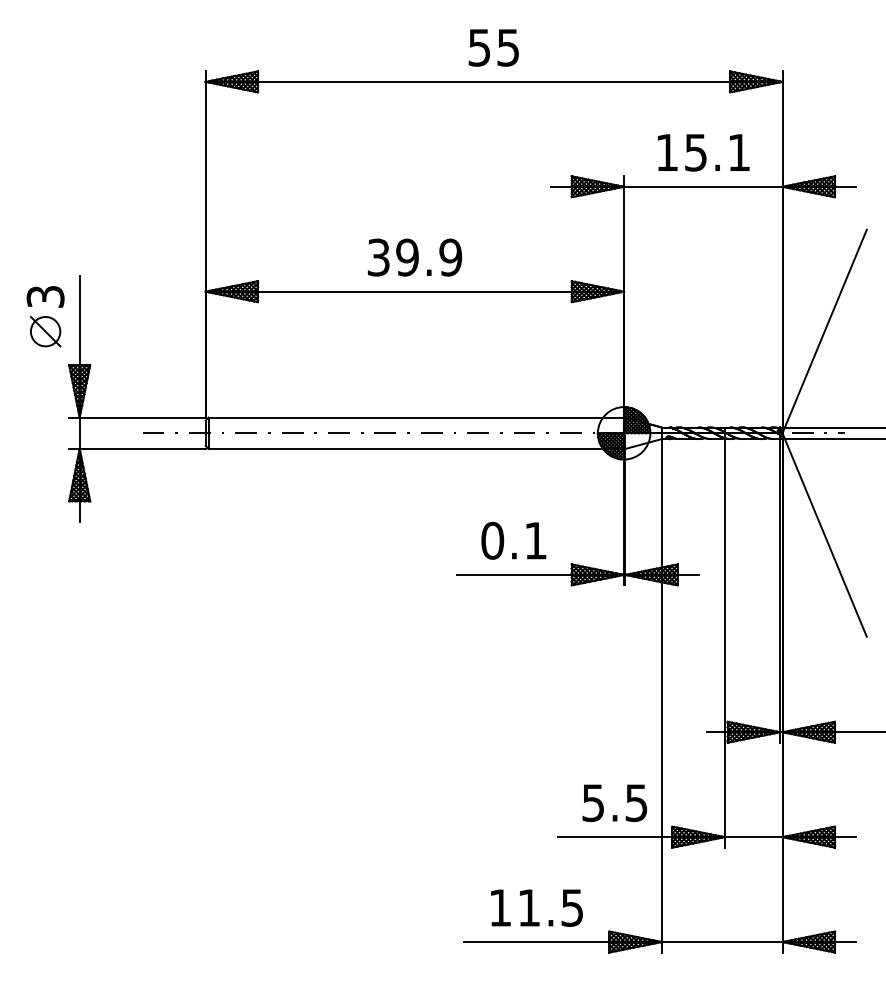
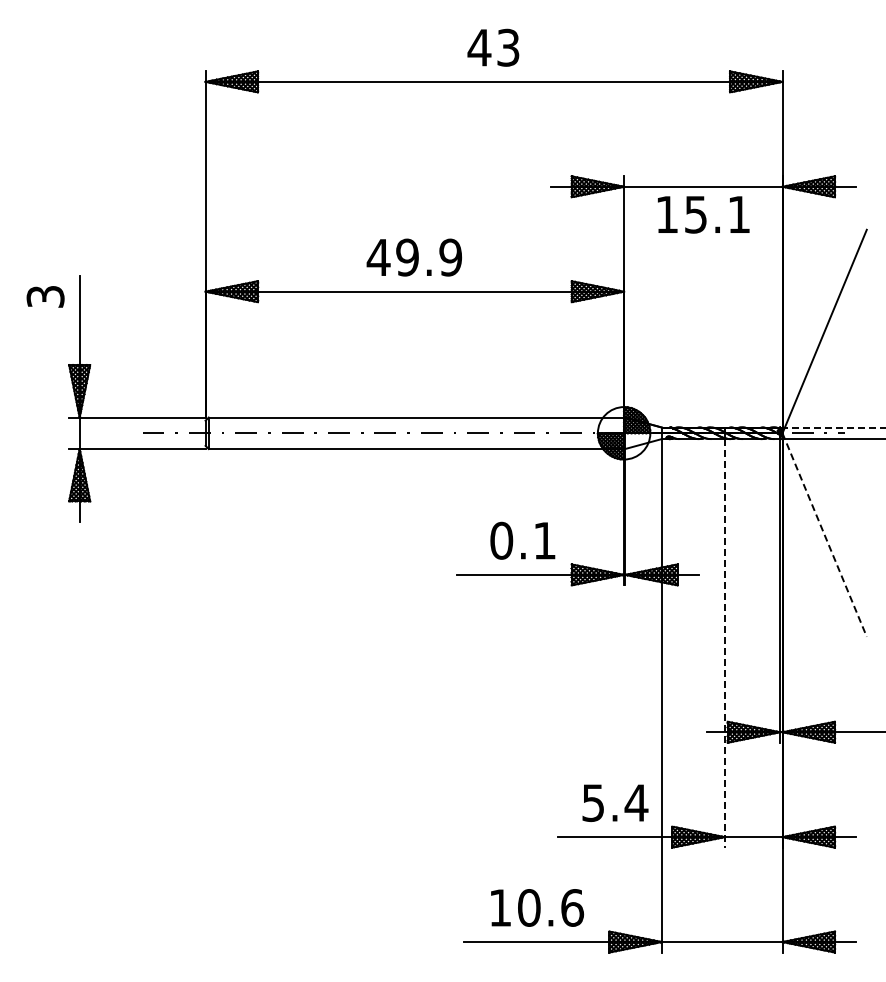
text at (493, 47): 55 -> 43
text at (703, 152) position: (703, 152) -> (703, 214)
text at (378, 257): 39.9 -> 49.9
part at (45, 331): present -> none
line at (833, 427): solid -> dashed
line at (824, 535): solid -> dashed
text at (513, 540) position: (513, 540) -> (522, 540)
line at (724, 643): solid -> dashed
text at (636, 803): 5.5 -> 5.4
text at (551, 907): 11.5 -> 10.6
